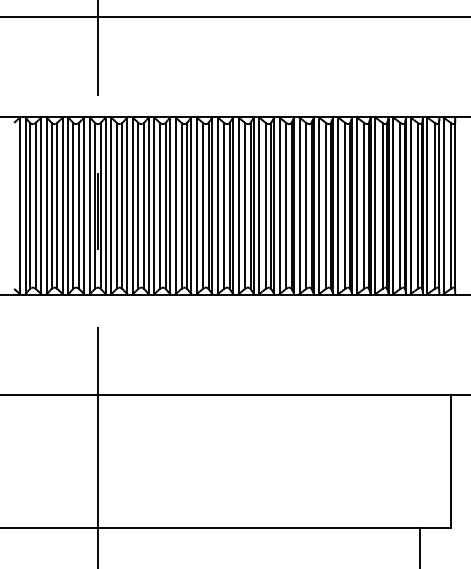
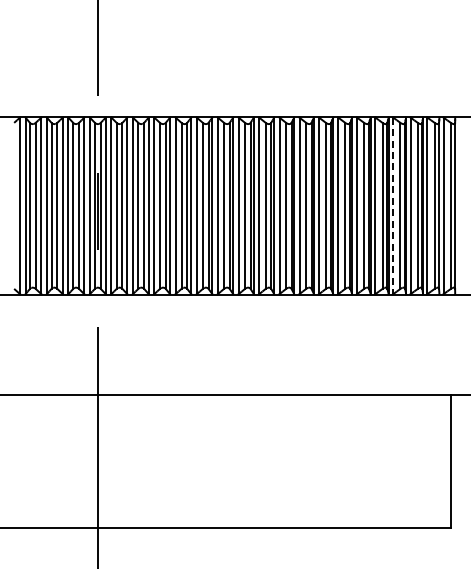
line at (234, 17): present -> none
line at (393, 206): solid -> dashed
line at (419, 546): present -> none
